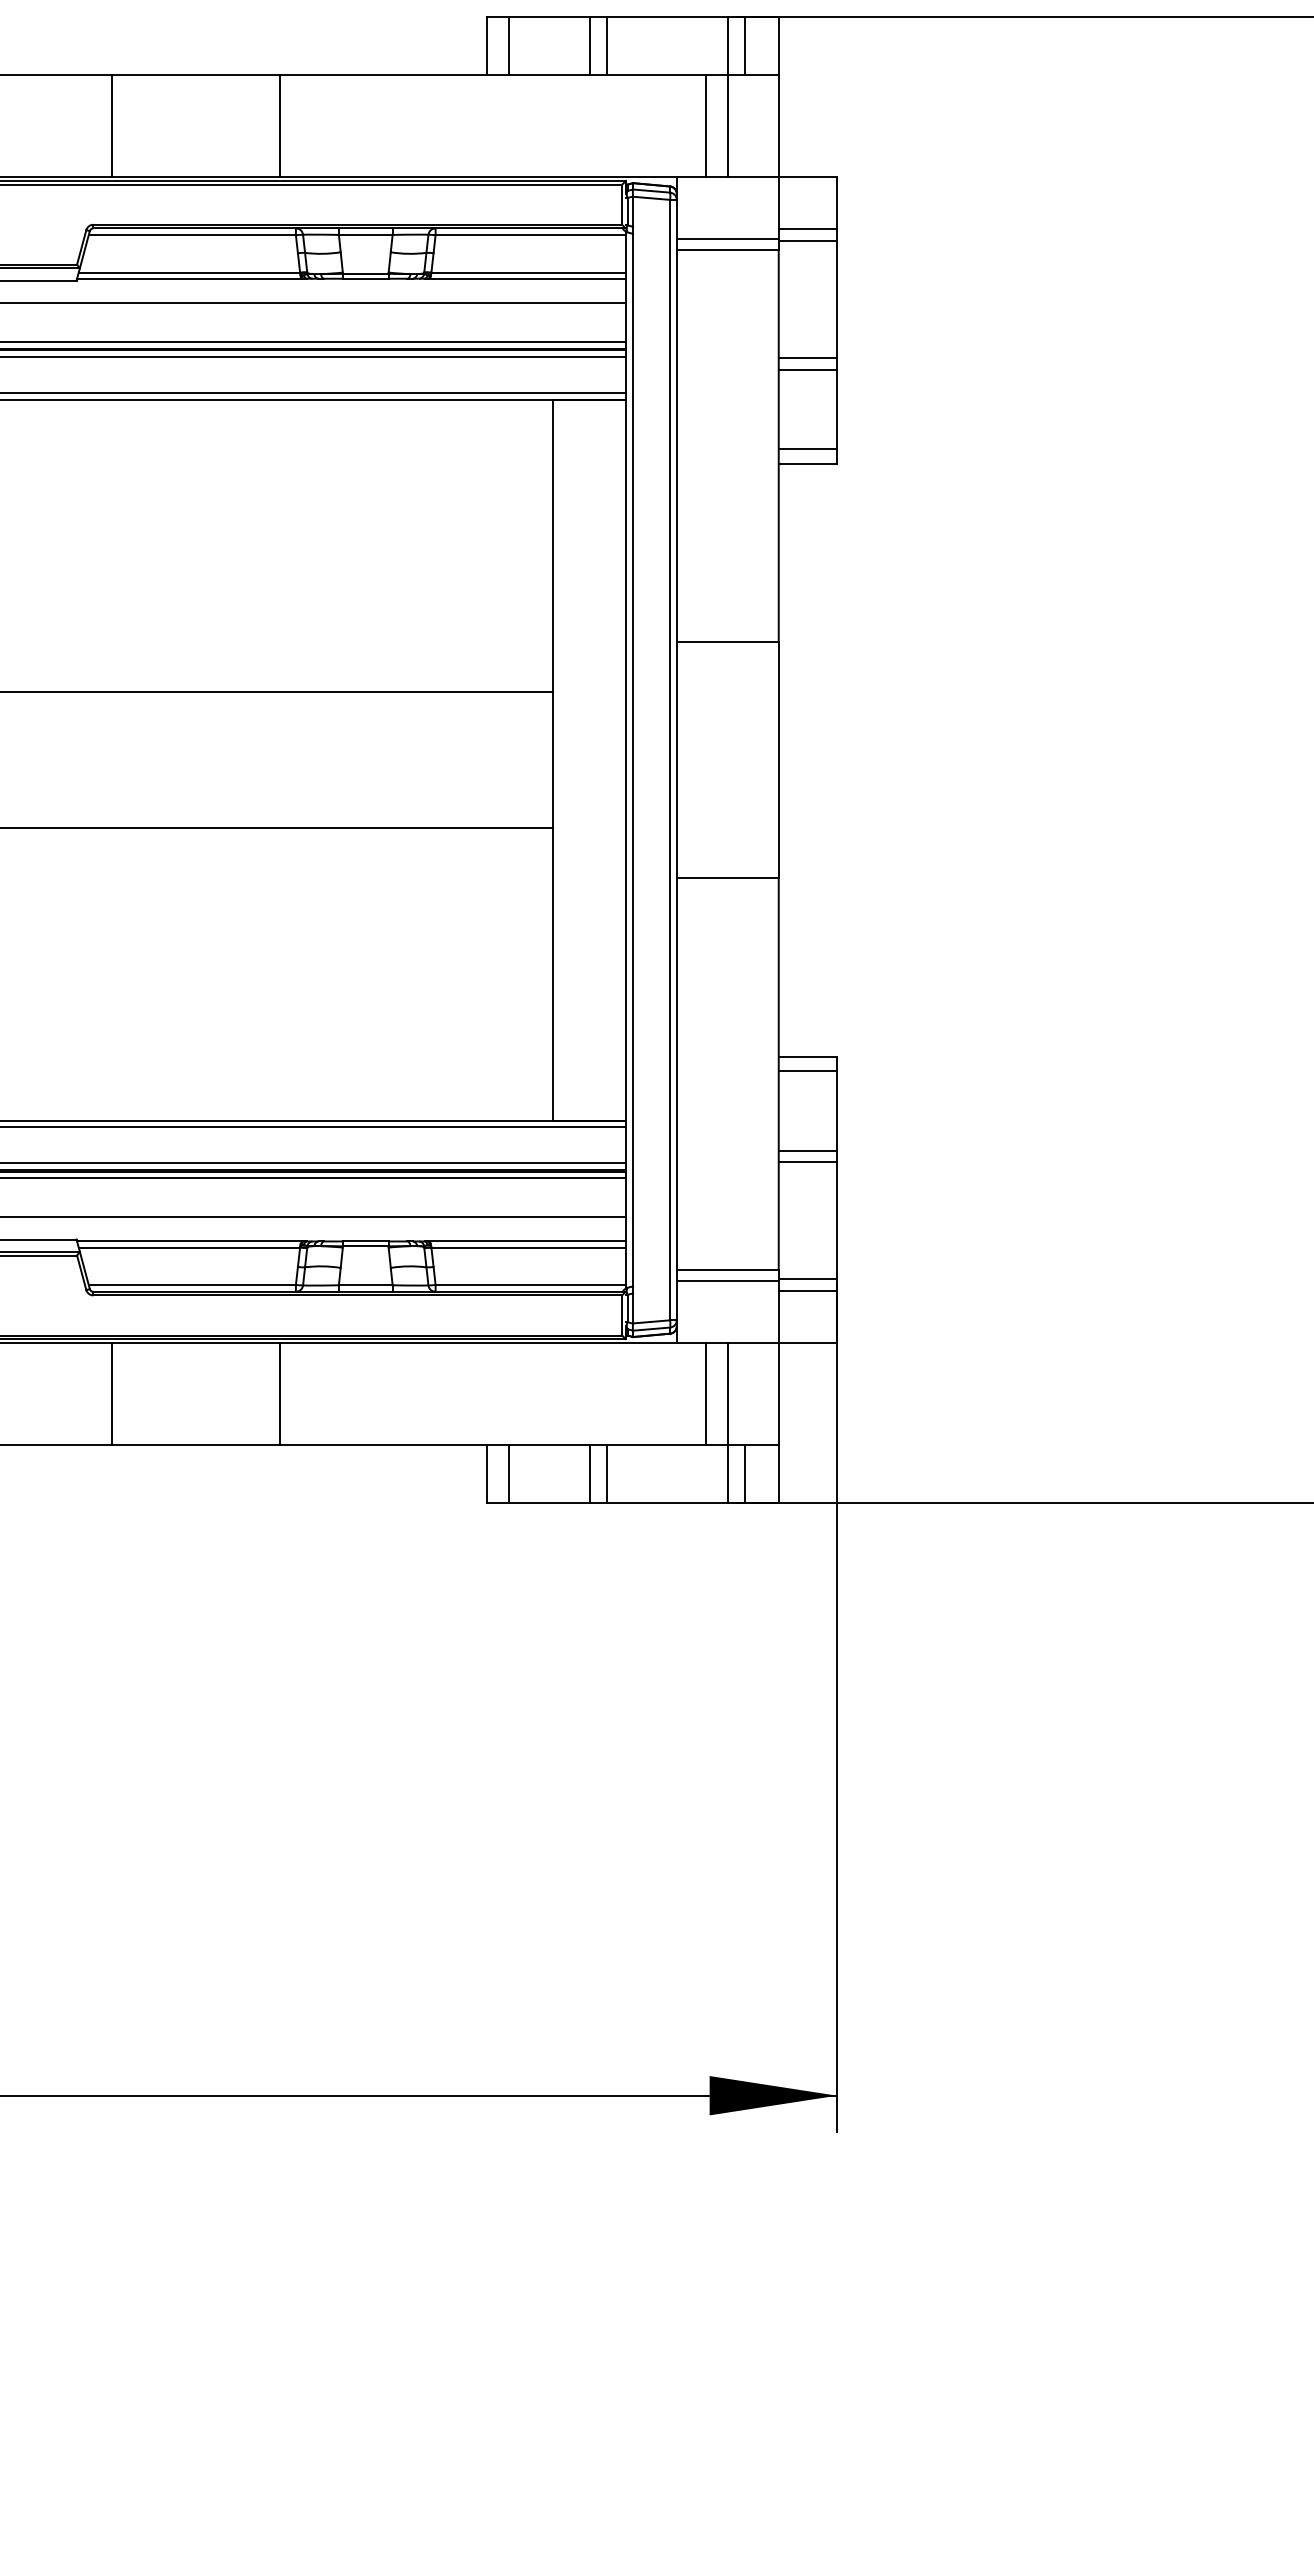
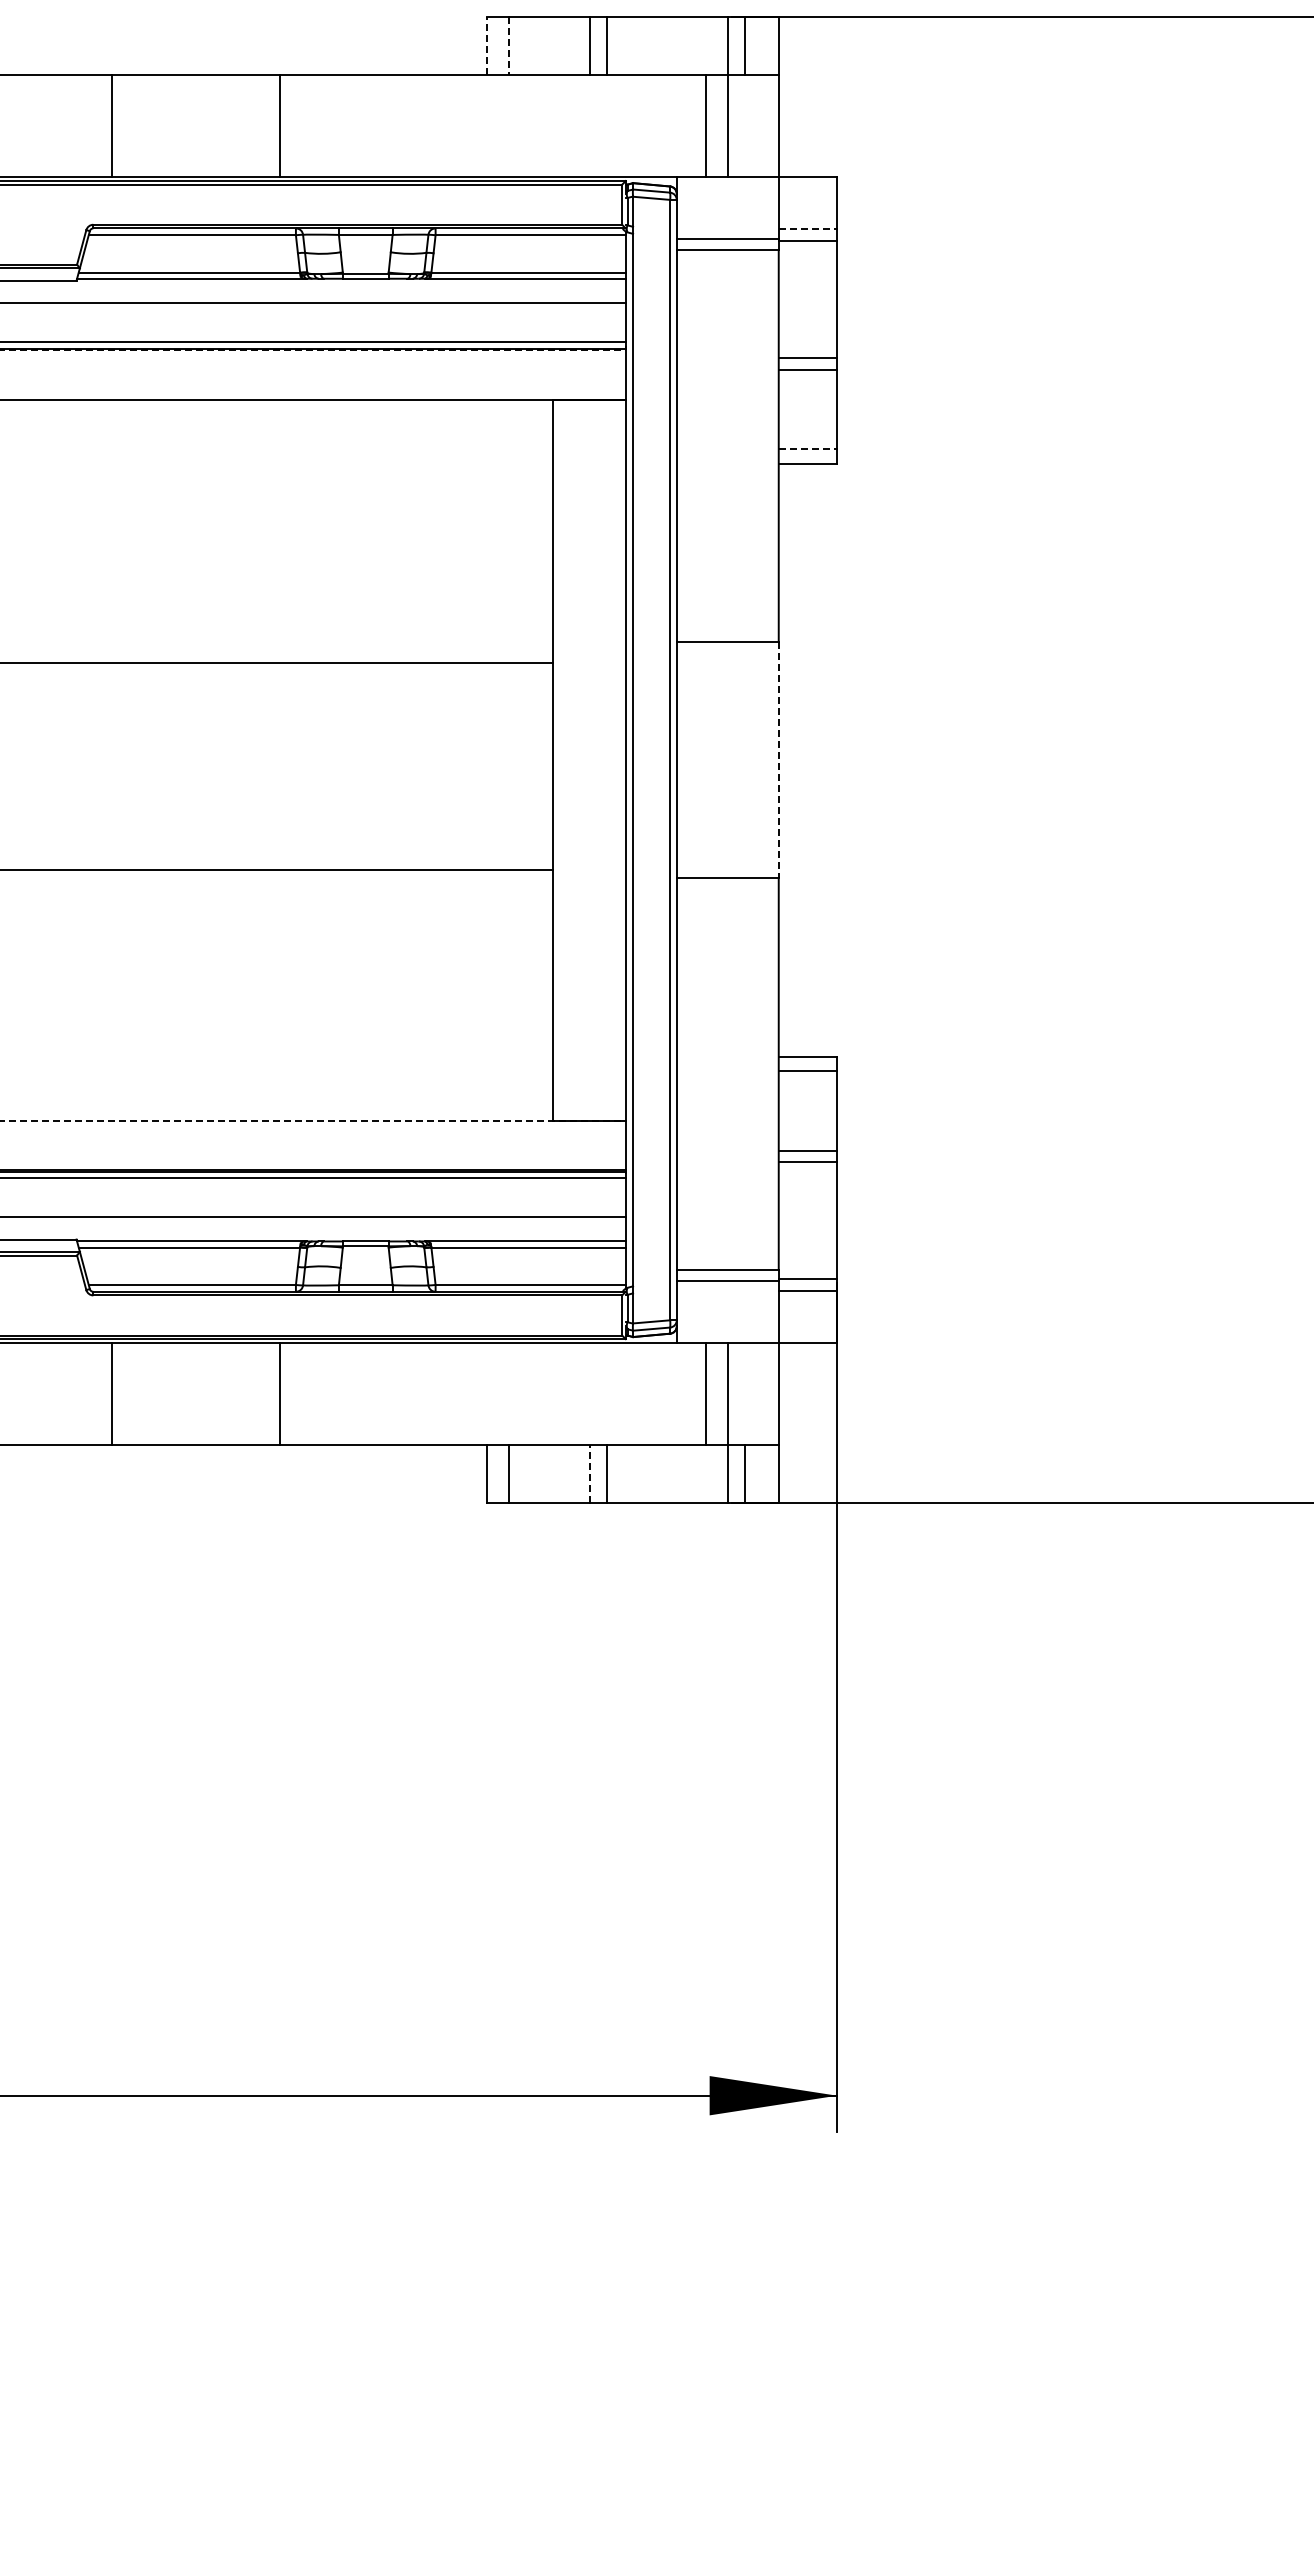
line at (487, 45): solid -> dashed
line at (509, 46): solid -> dashed
line at (808, 229): solid -> dashed
line at (313, 350): solid -> dashed
line at (313, 357): present -> none
line at (313, 392): present -> none
line at (808, 449): solid -> dashed
line at (277, 691) position: (277, 691) -> (277, 662)
line at (778, 760): solid -> dashed
line at (277, 828) position: (277, 828) -> (277, 870)
line at (313, 1120): solid -> dashed
line at (313, 1127): present -> none
line at (313, 1163): present -> none
line at (590, 1473): solid -> dashed
